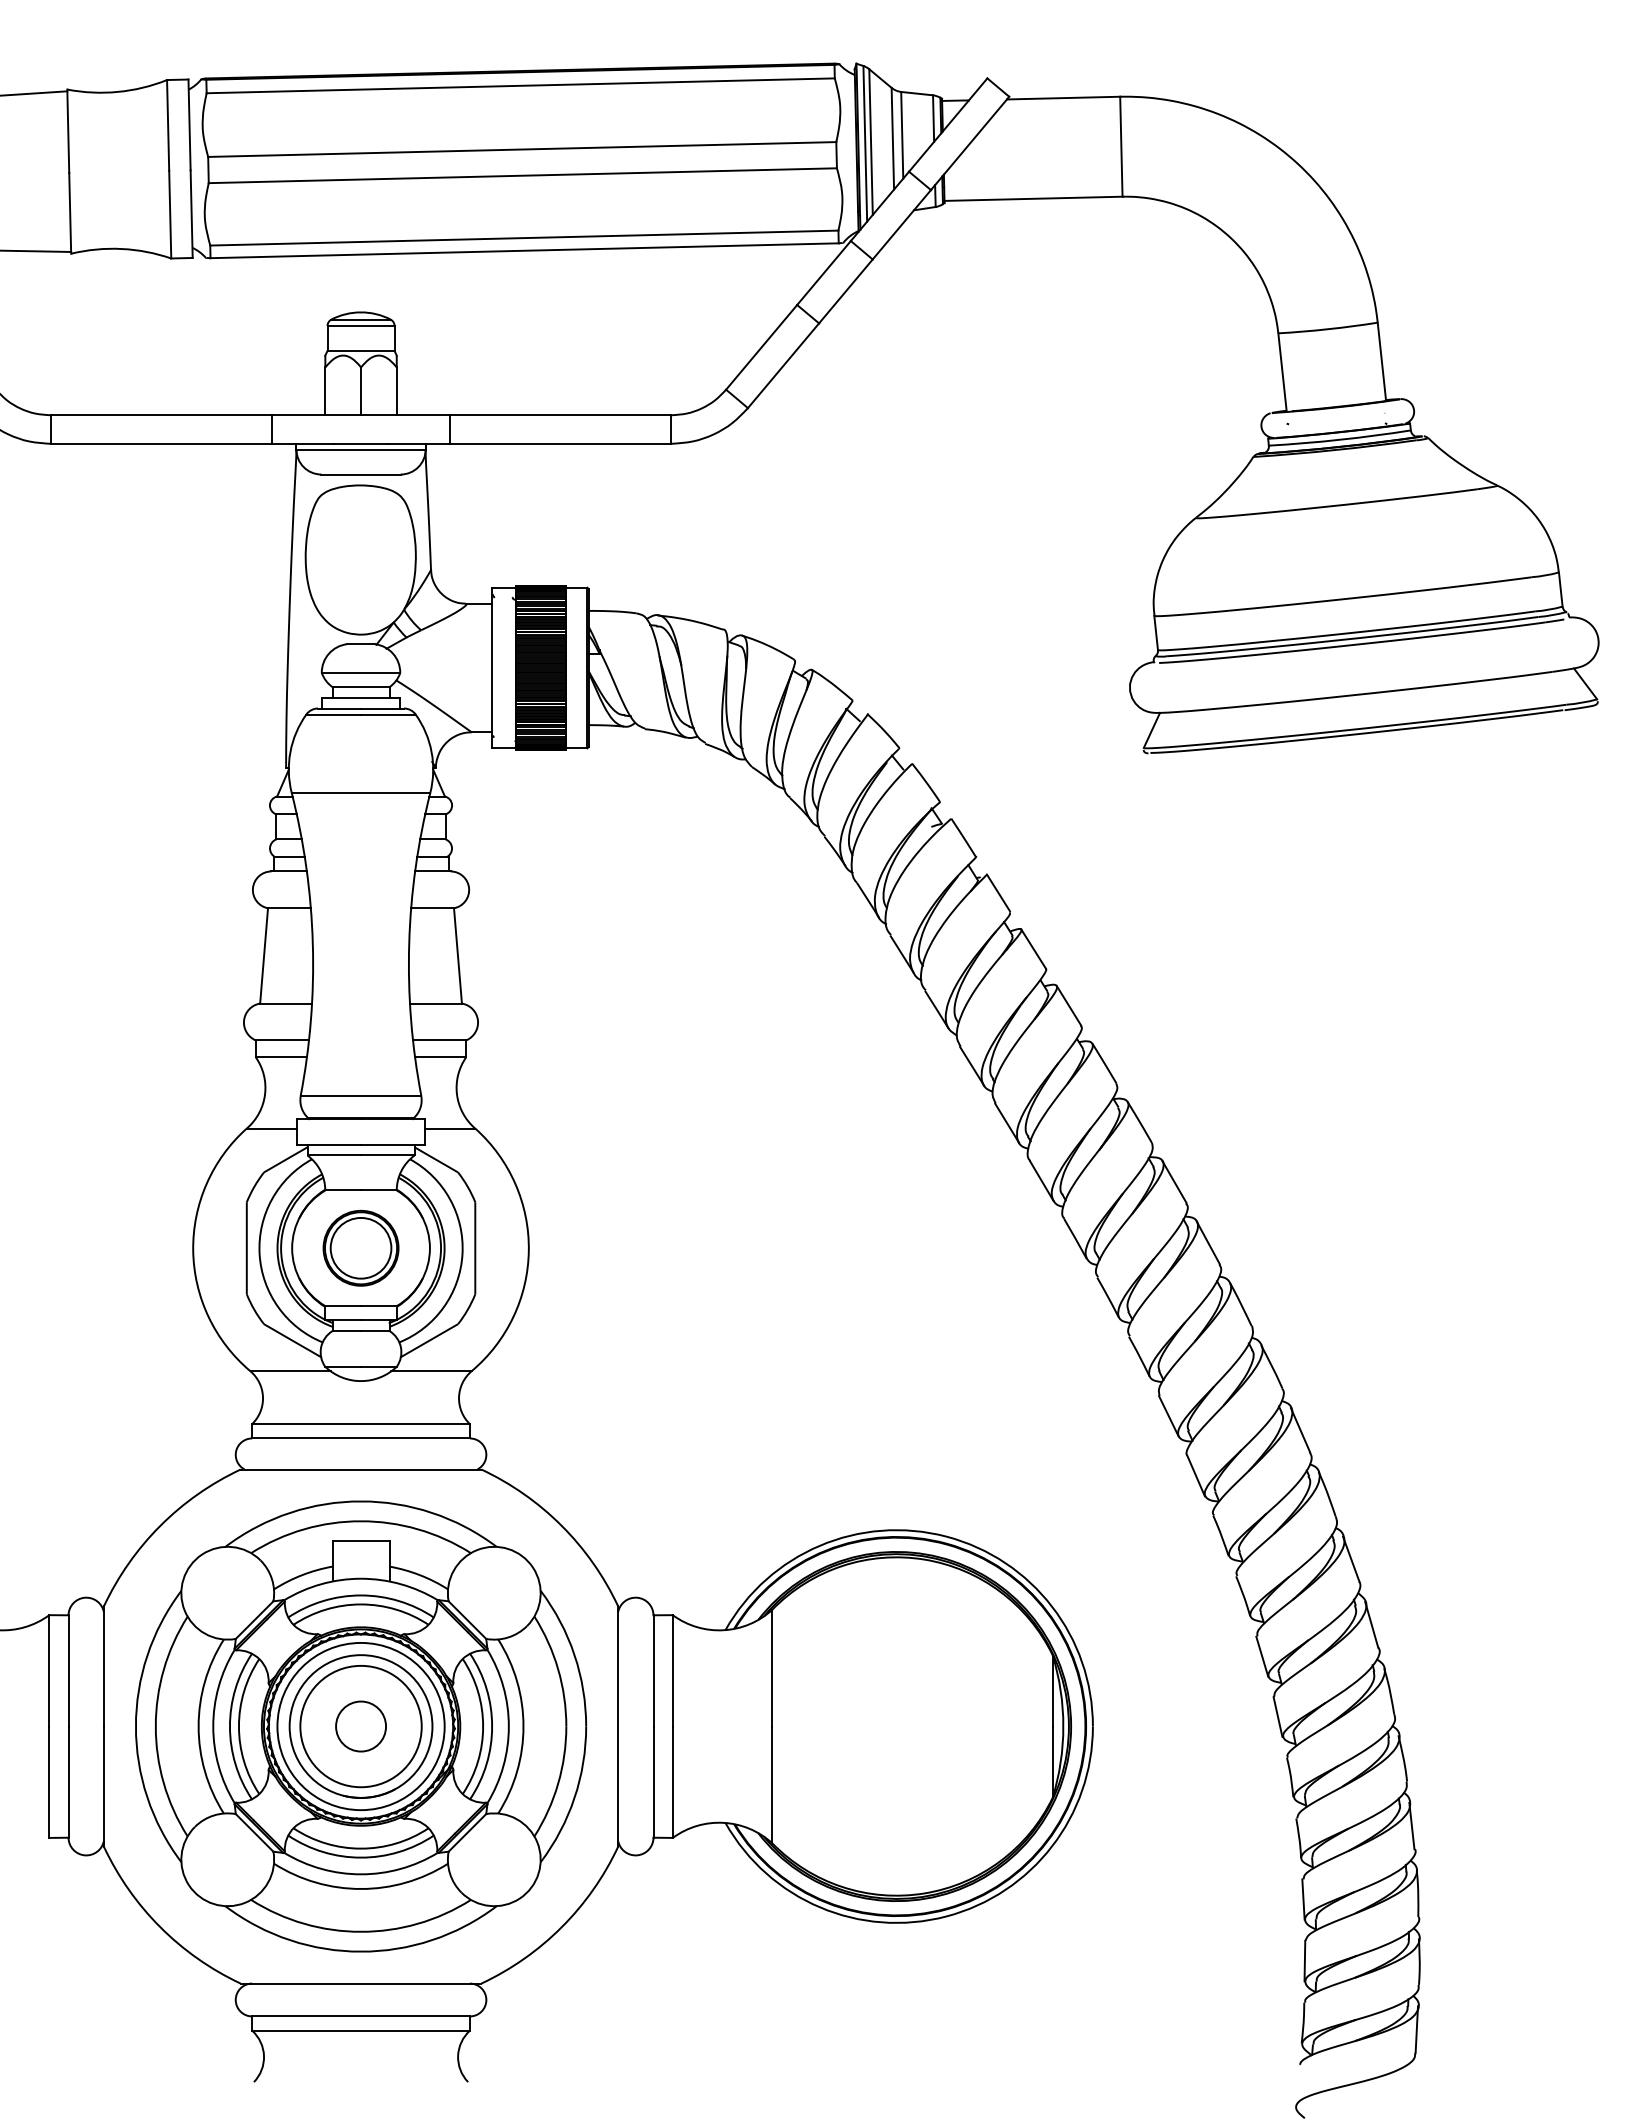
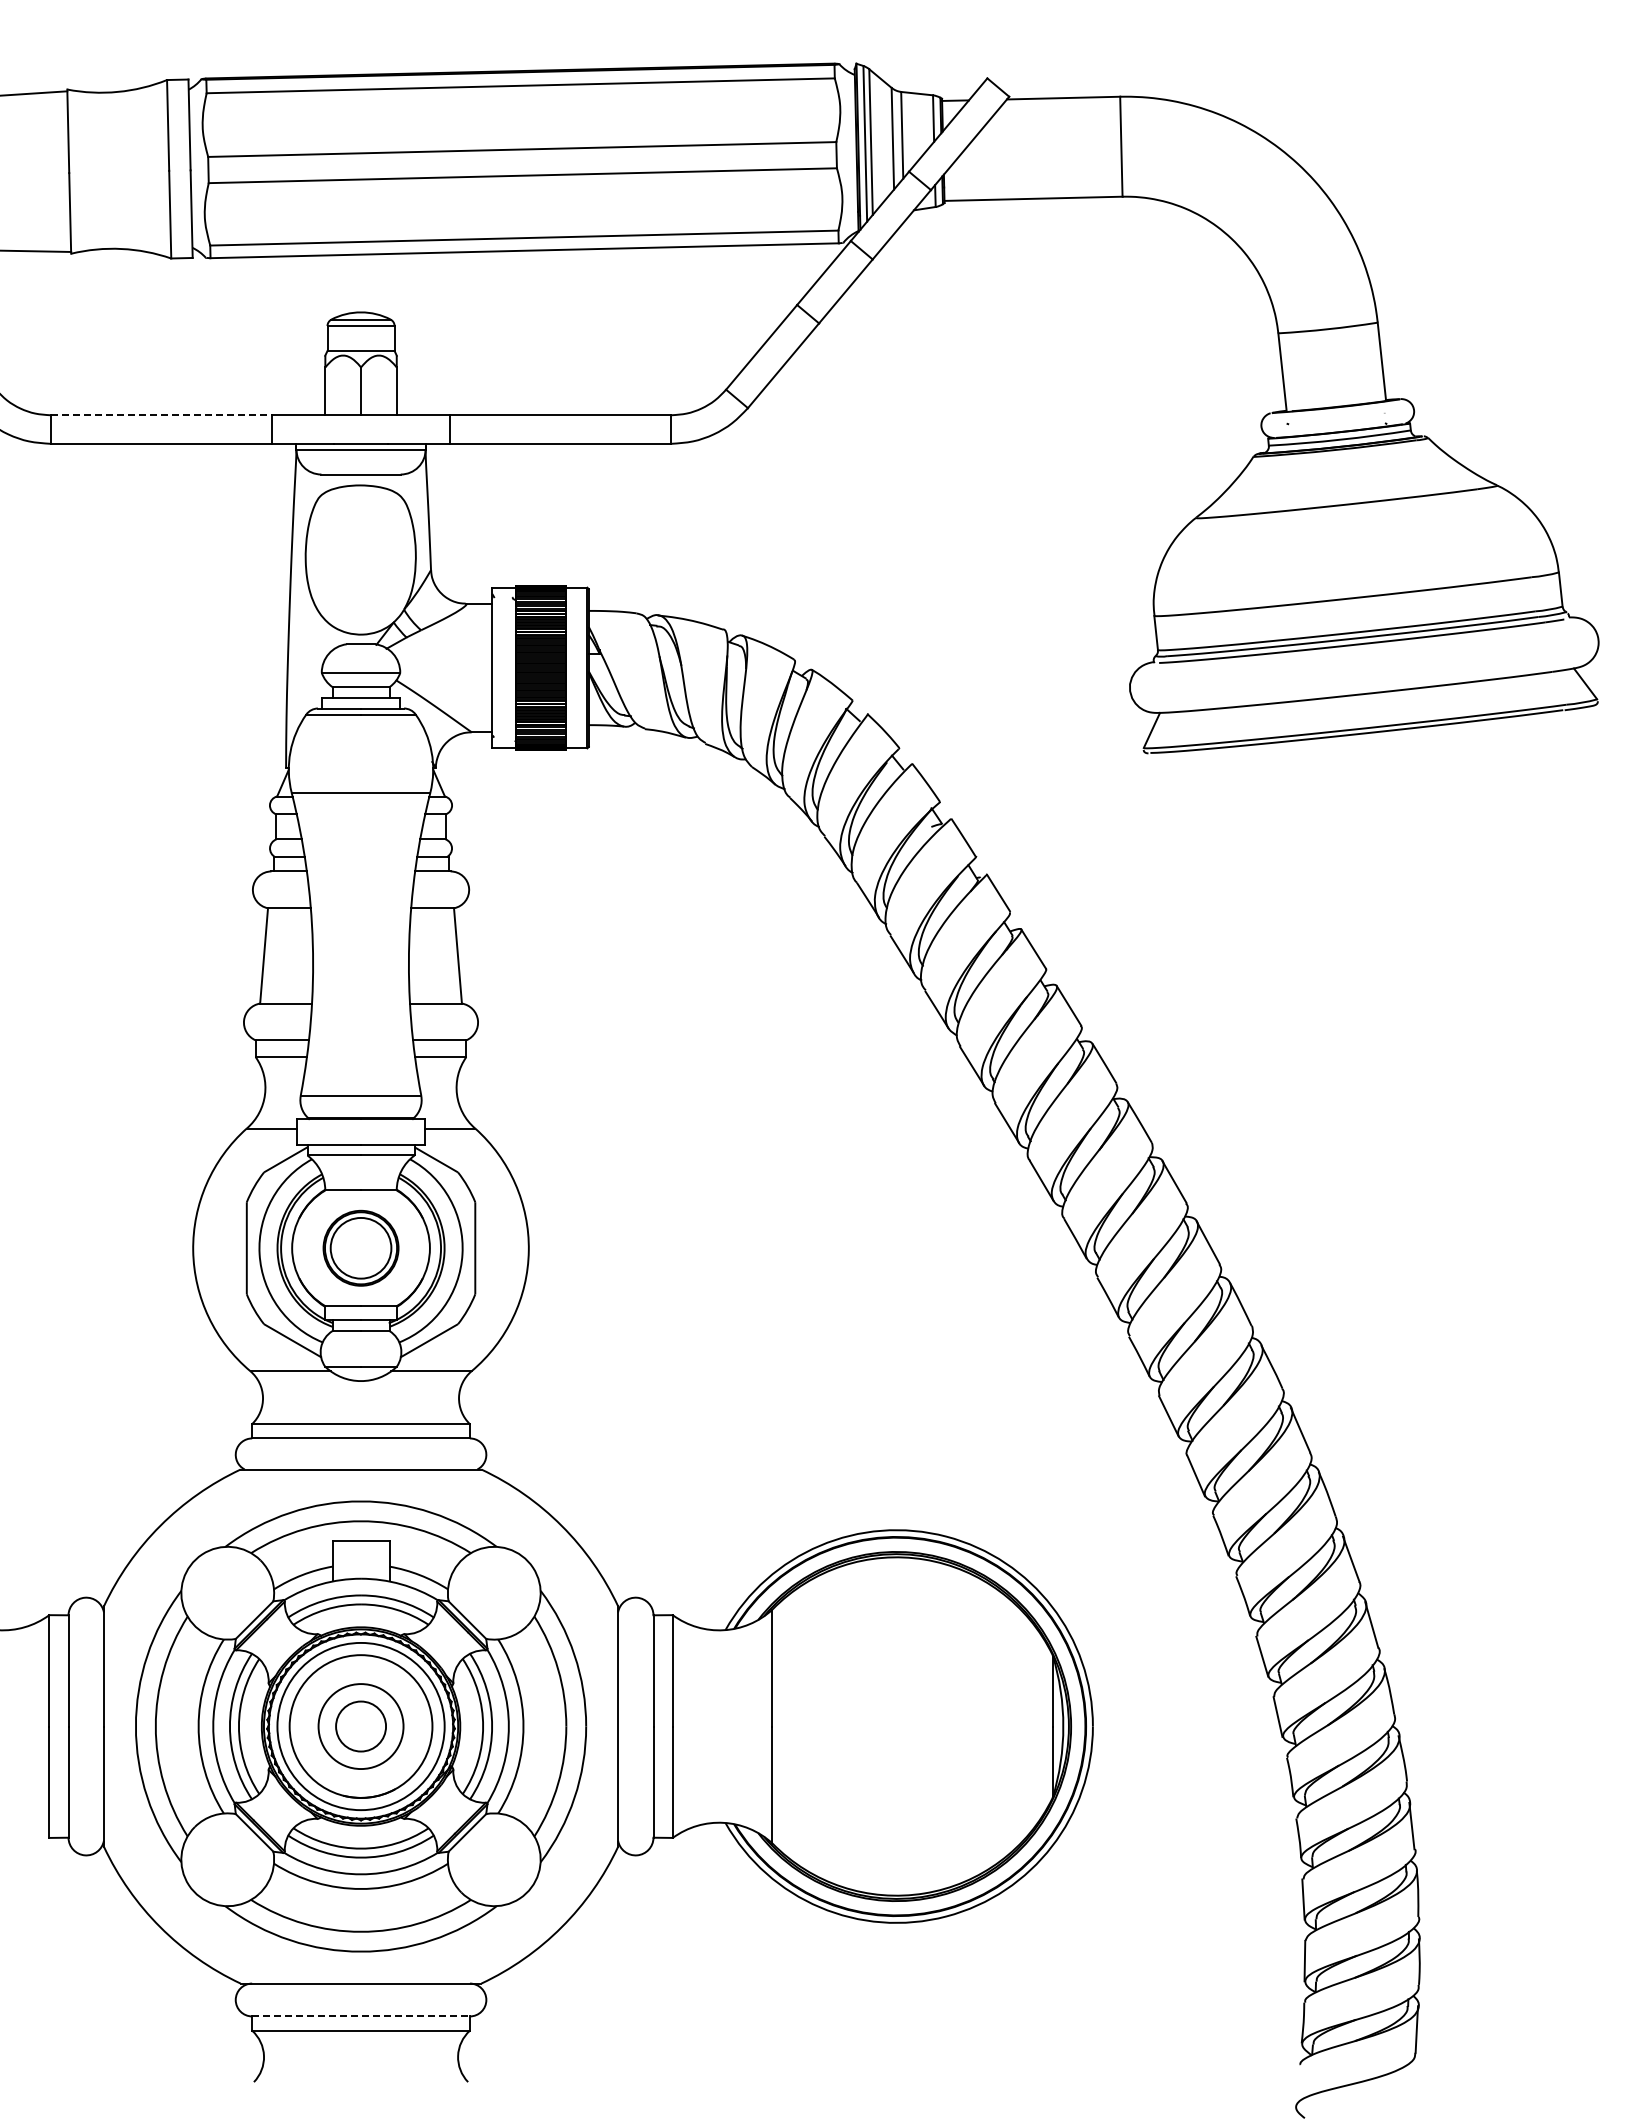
line at (161, 415): solid -> dashed
circle at (360, 1726) diameter: 121 px -> 85 px
line at (361, 2016): solid -> dashed
